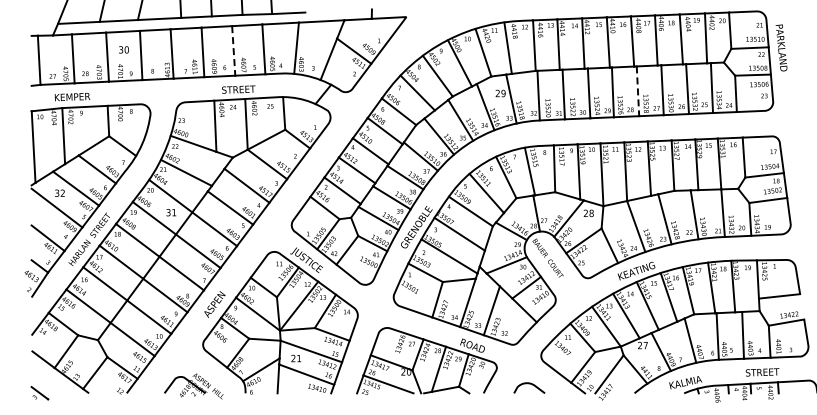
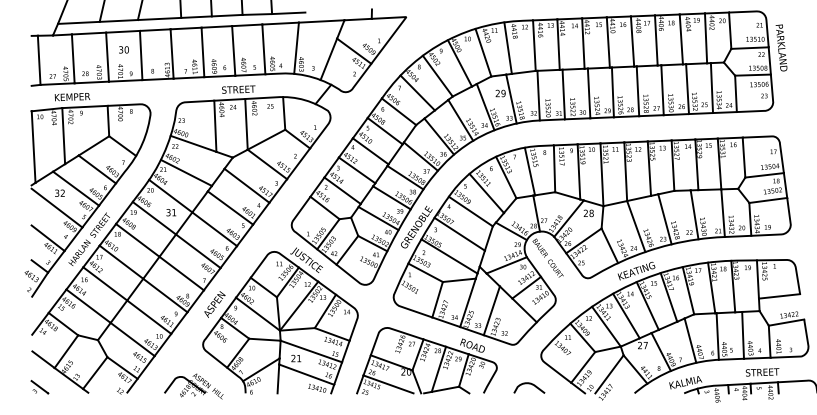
line at (233, 50): dashed -> solid
line at (637, 91): dashed -> solid
part at (39, 393) position: (39, 393) -> (39, 387)
